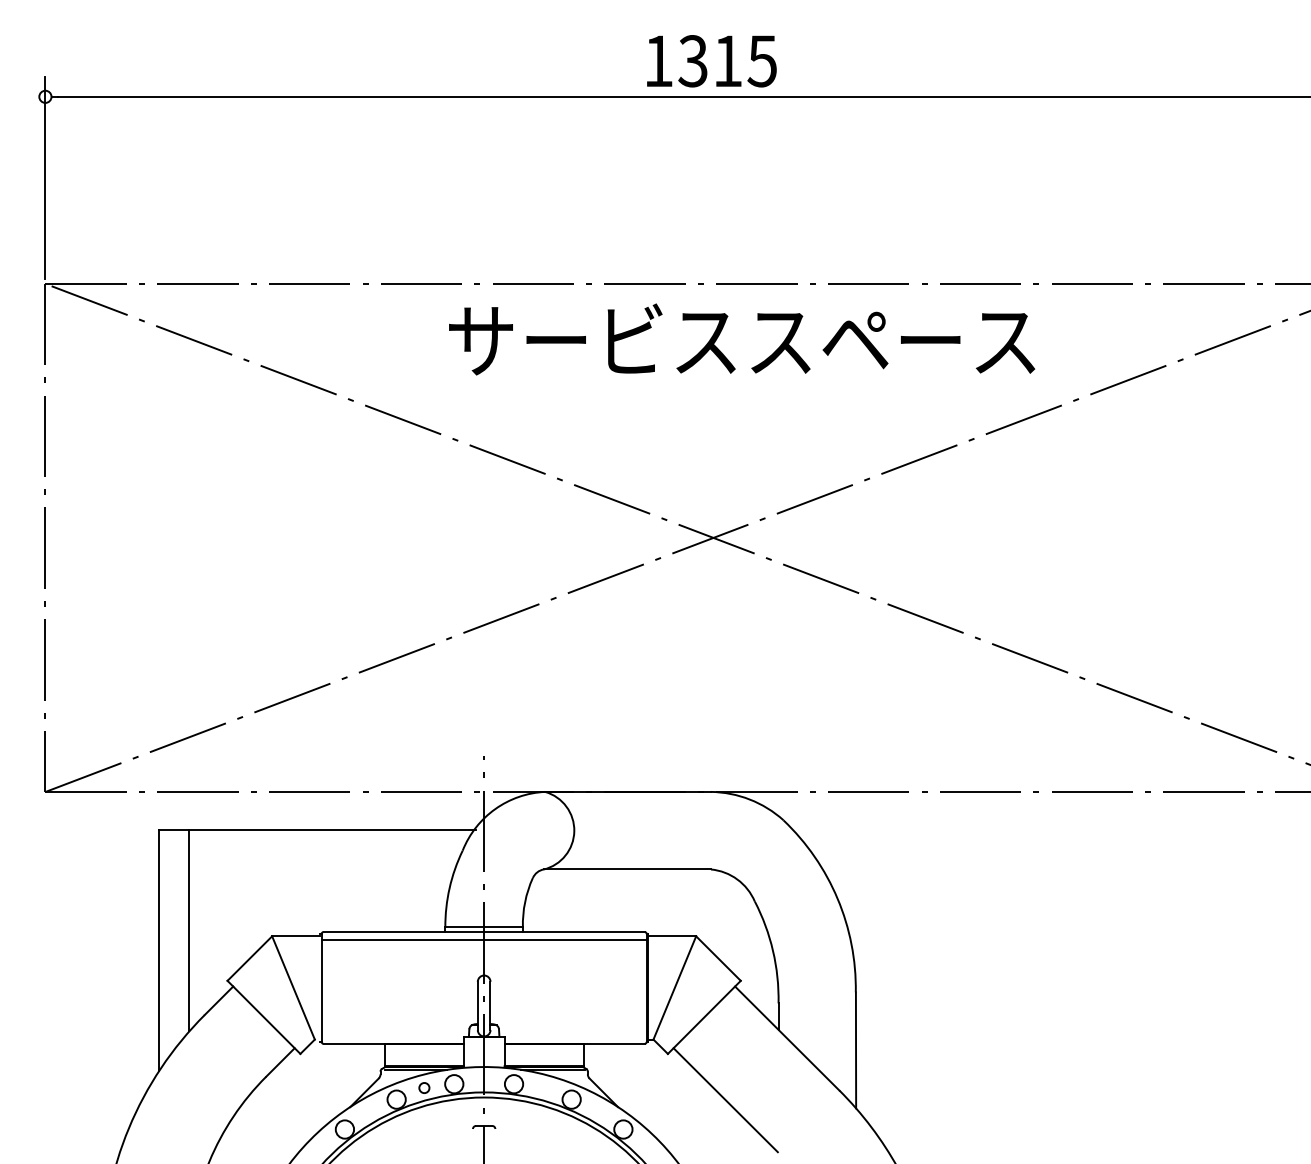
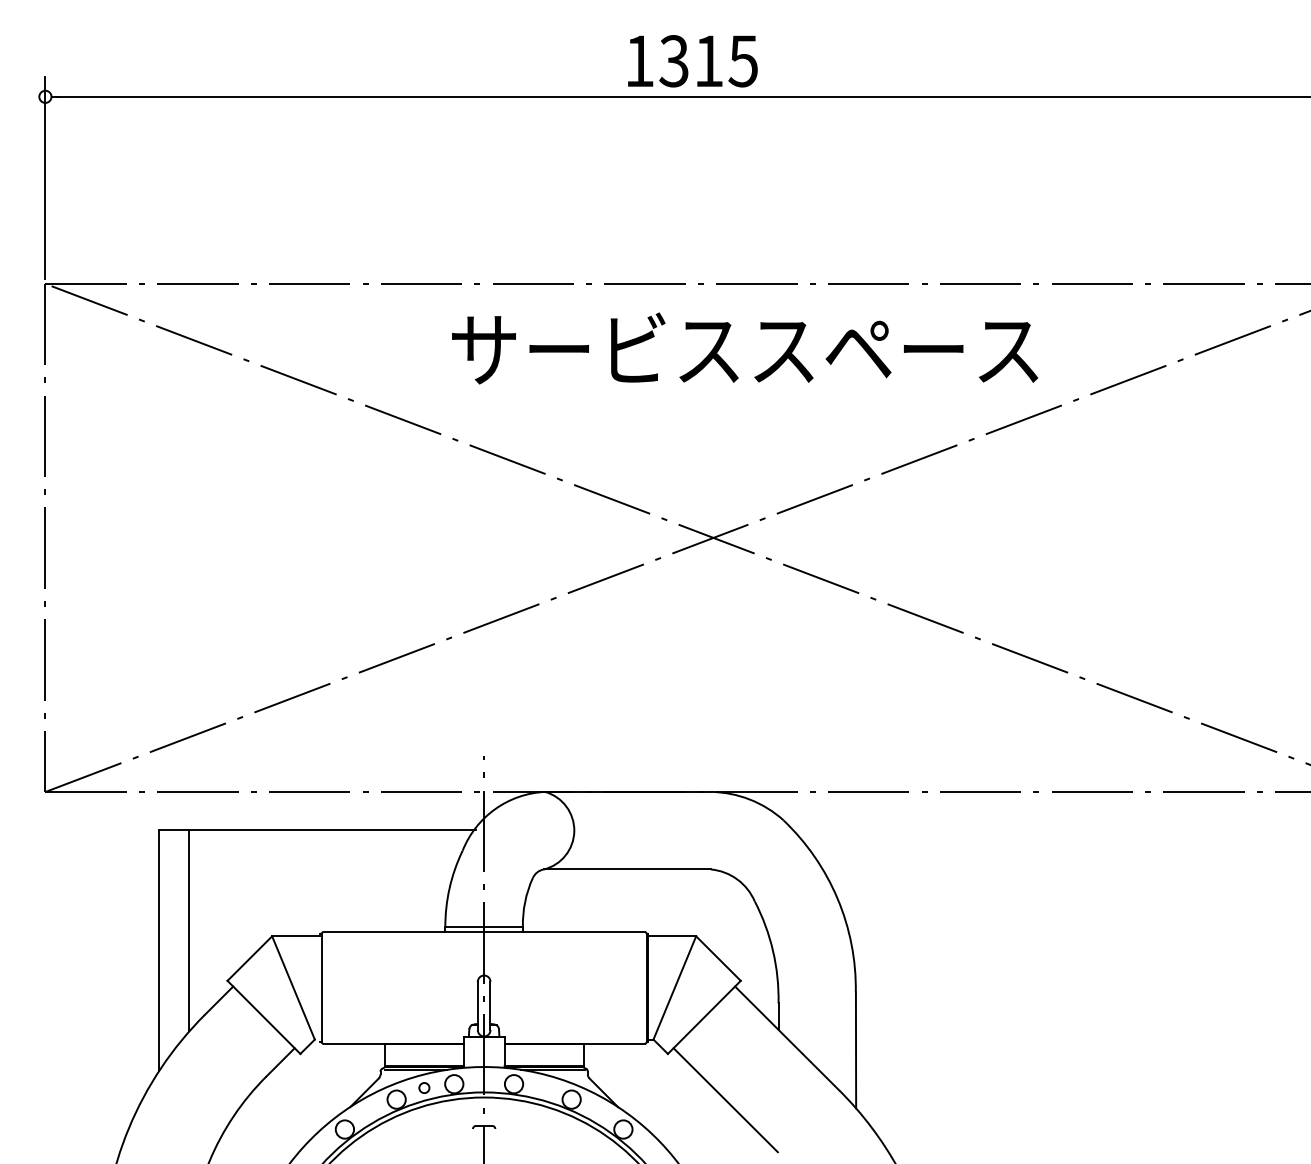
text at (711, 61) position: (711, 61) -> (692, 61)
text at (742, 339) position: (742, 339) -> (745, 348)
line at (483, 940): present -> none
